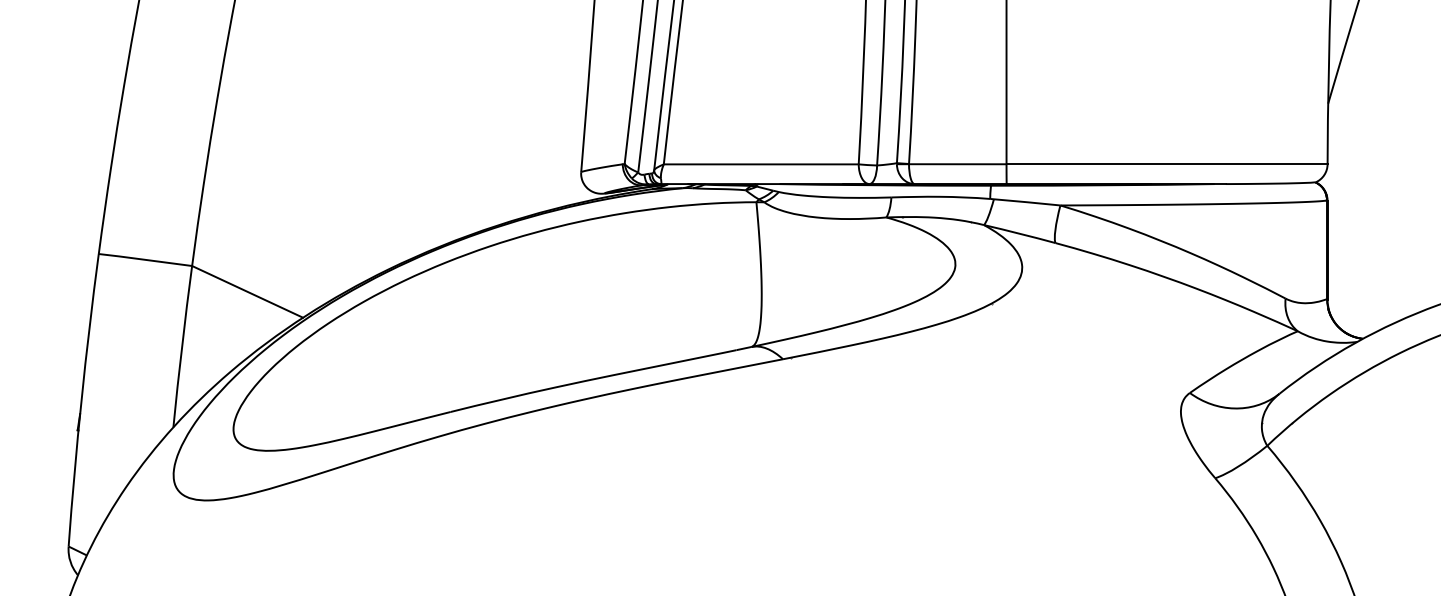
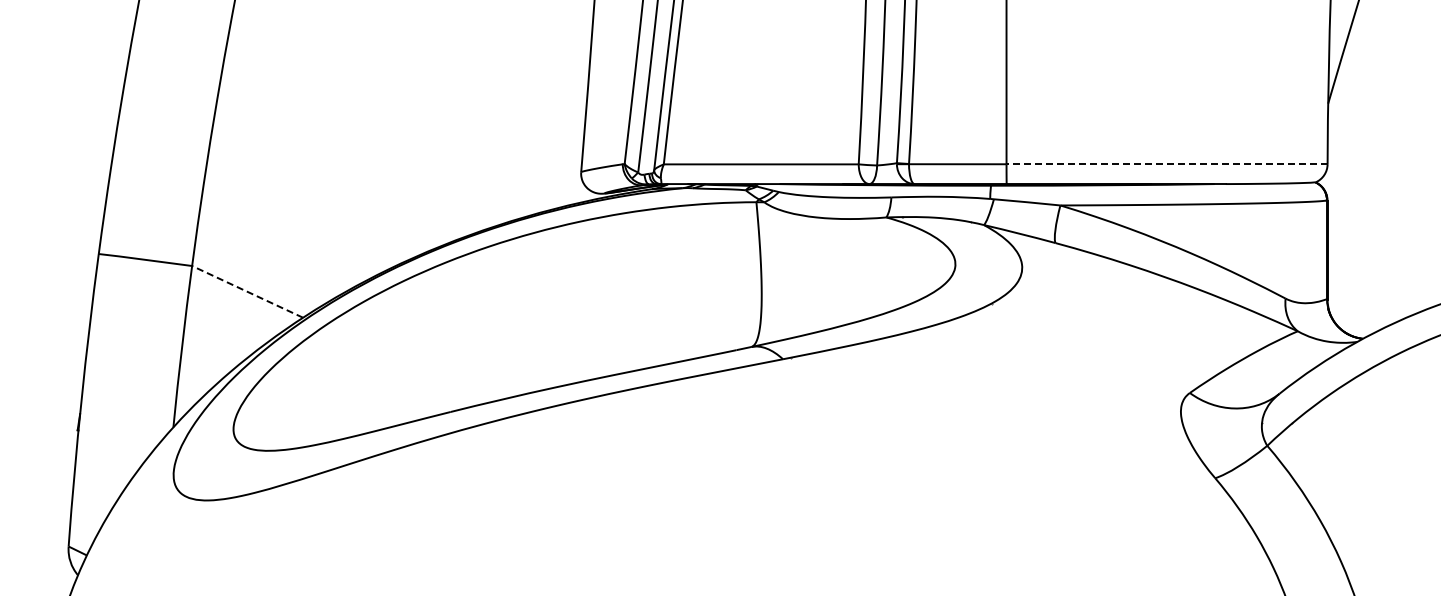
line at (1167, 164): solid -> dashed
line at (247, 291): solid -> dashed
